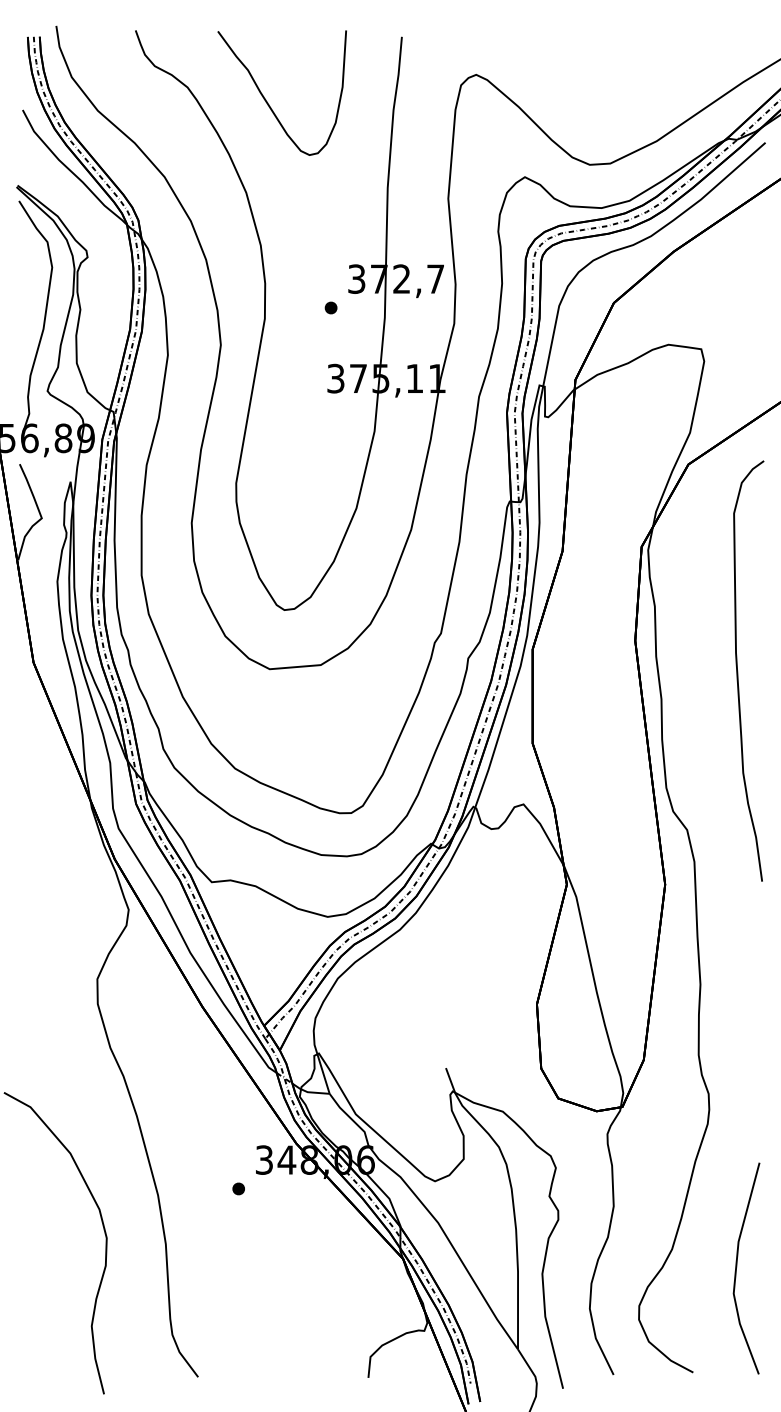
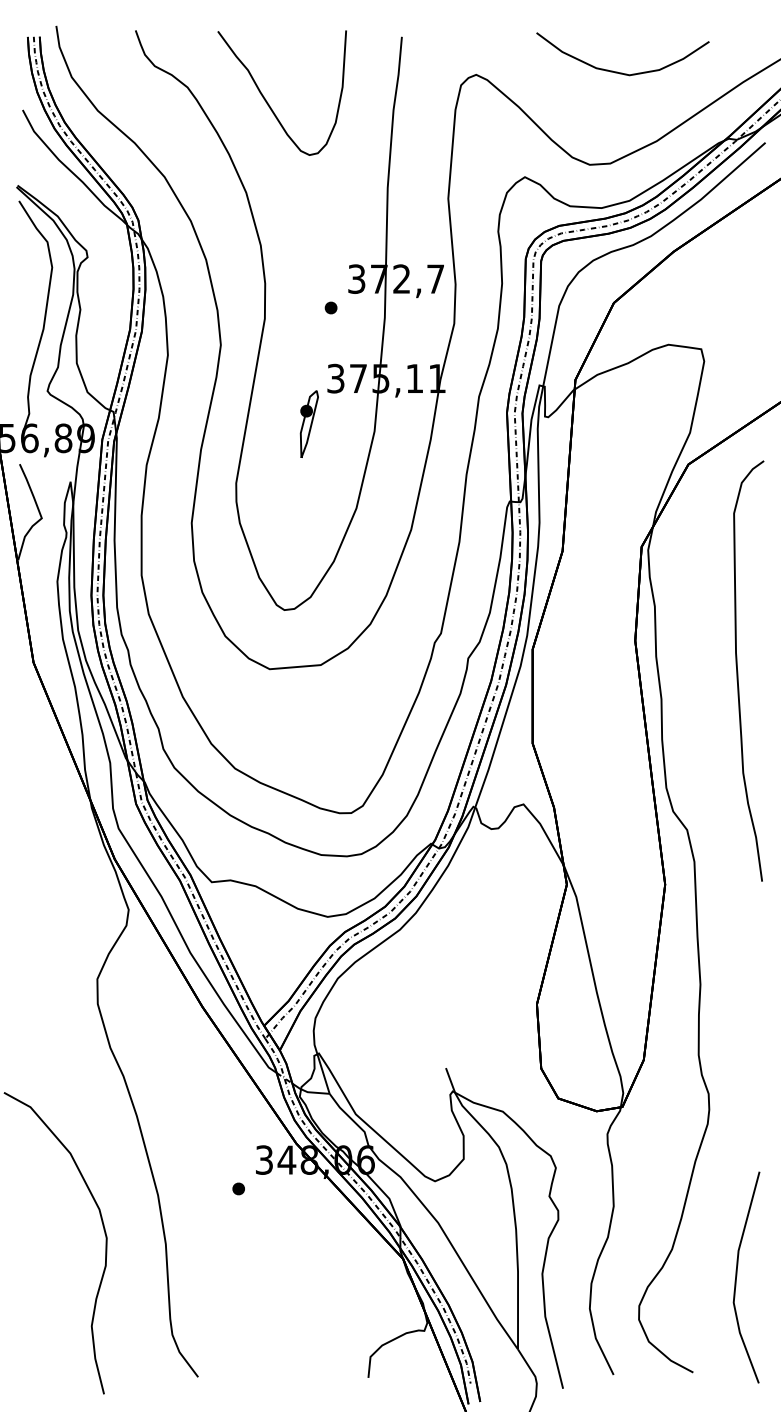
curve at (617, 71): none -> present
part at (308, 423): none -> present
line at (737, 1267) position: (737, 1267) -> (737, 1276)
